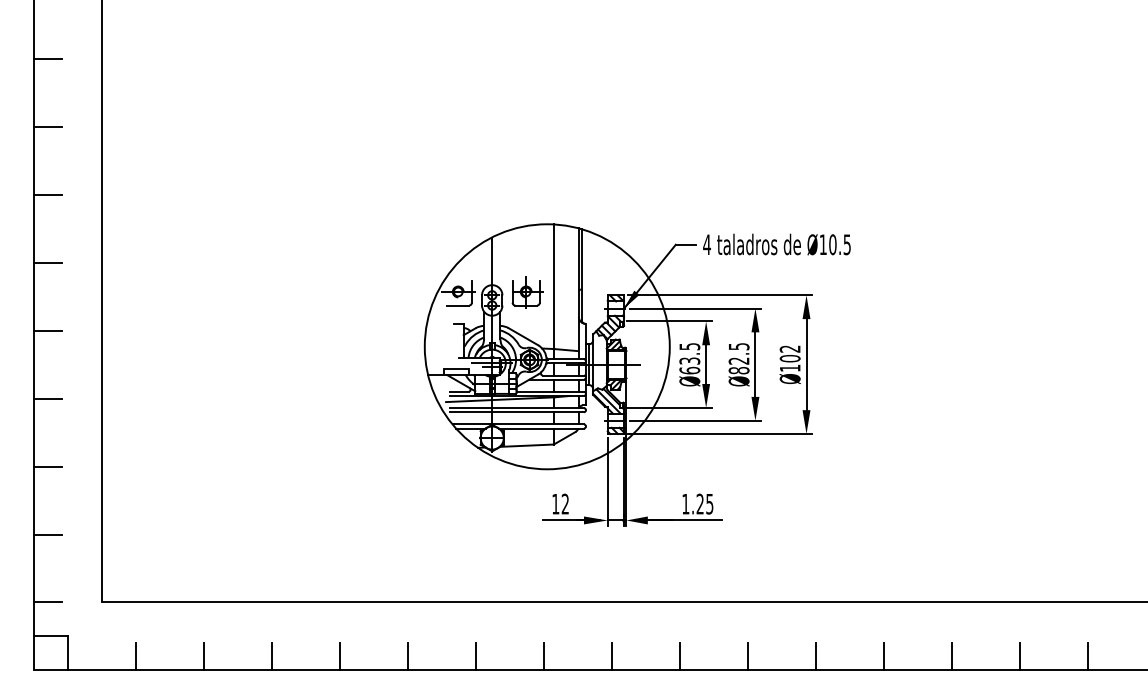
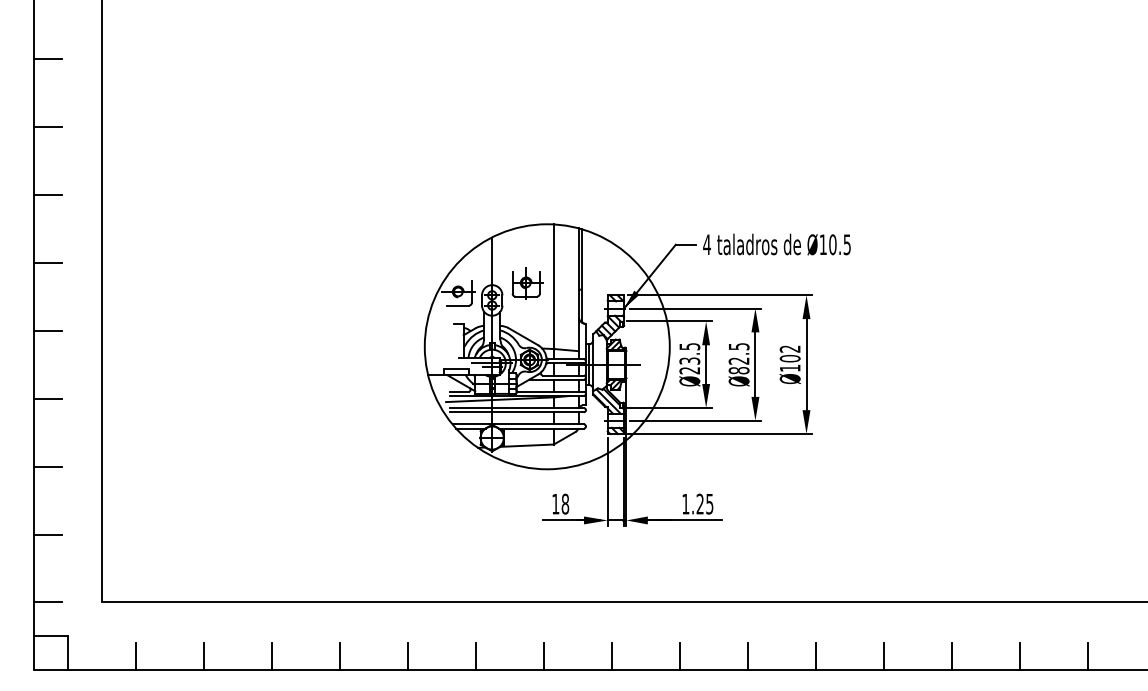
part at (527, 292) position: (527, 292) -> (527, 283)
text at (689, 370): Ø63.5 -> Ø23.5
text at (565, 503): 12 -> 18
